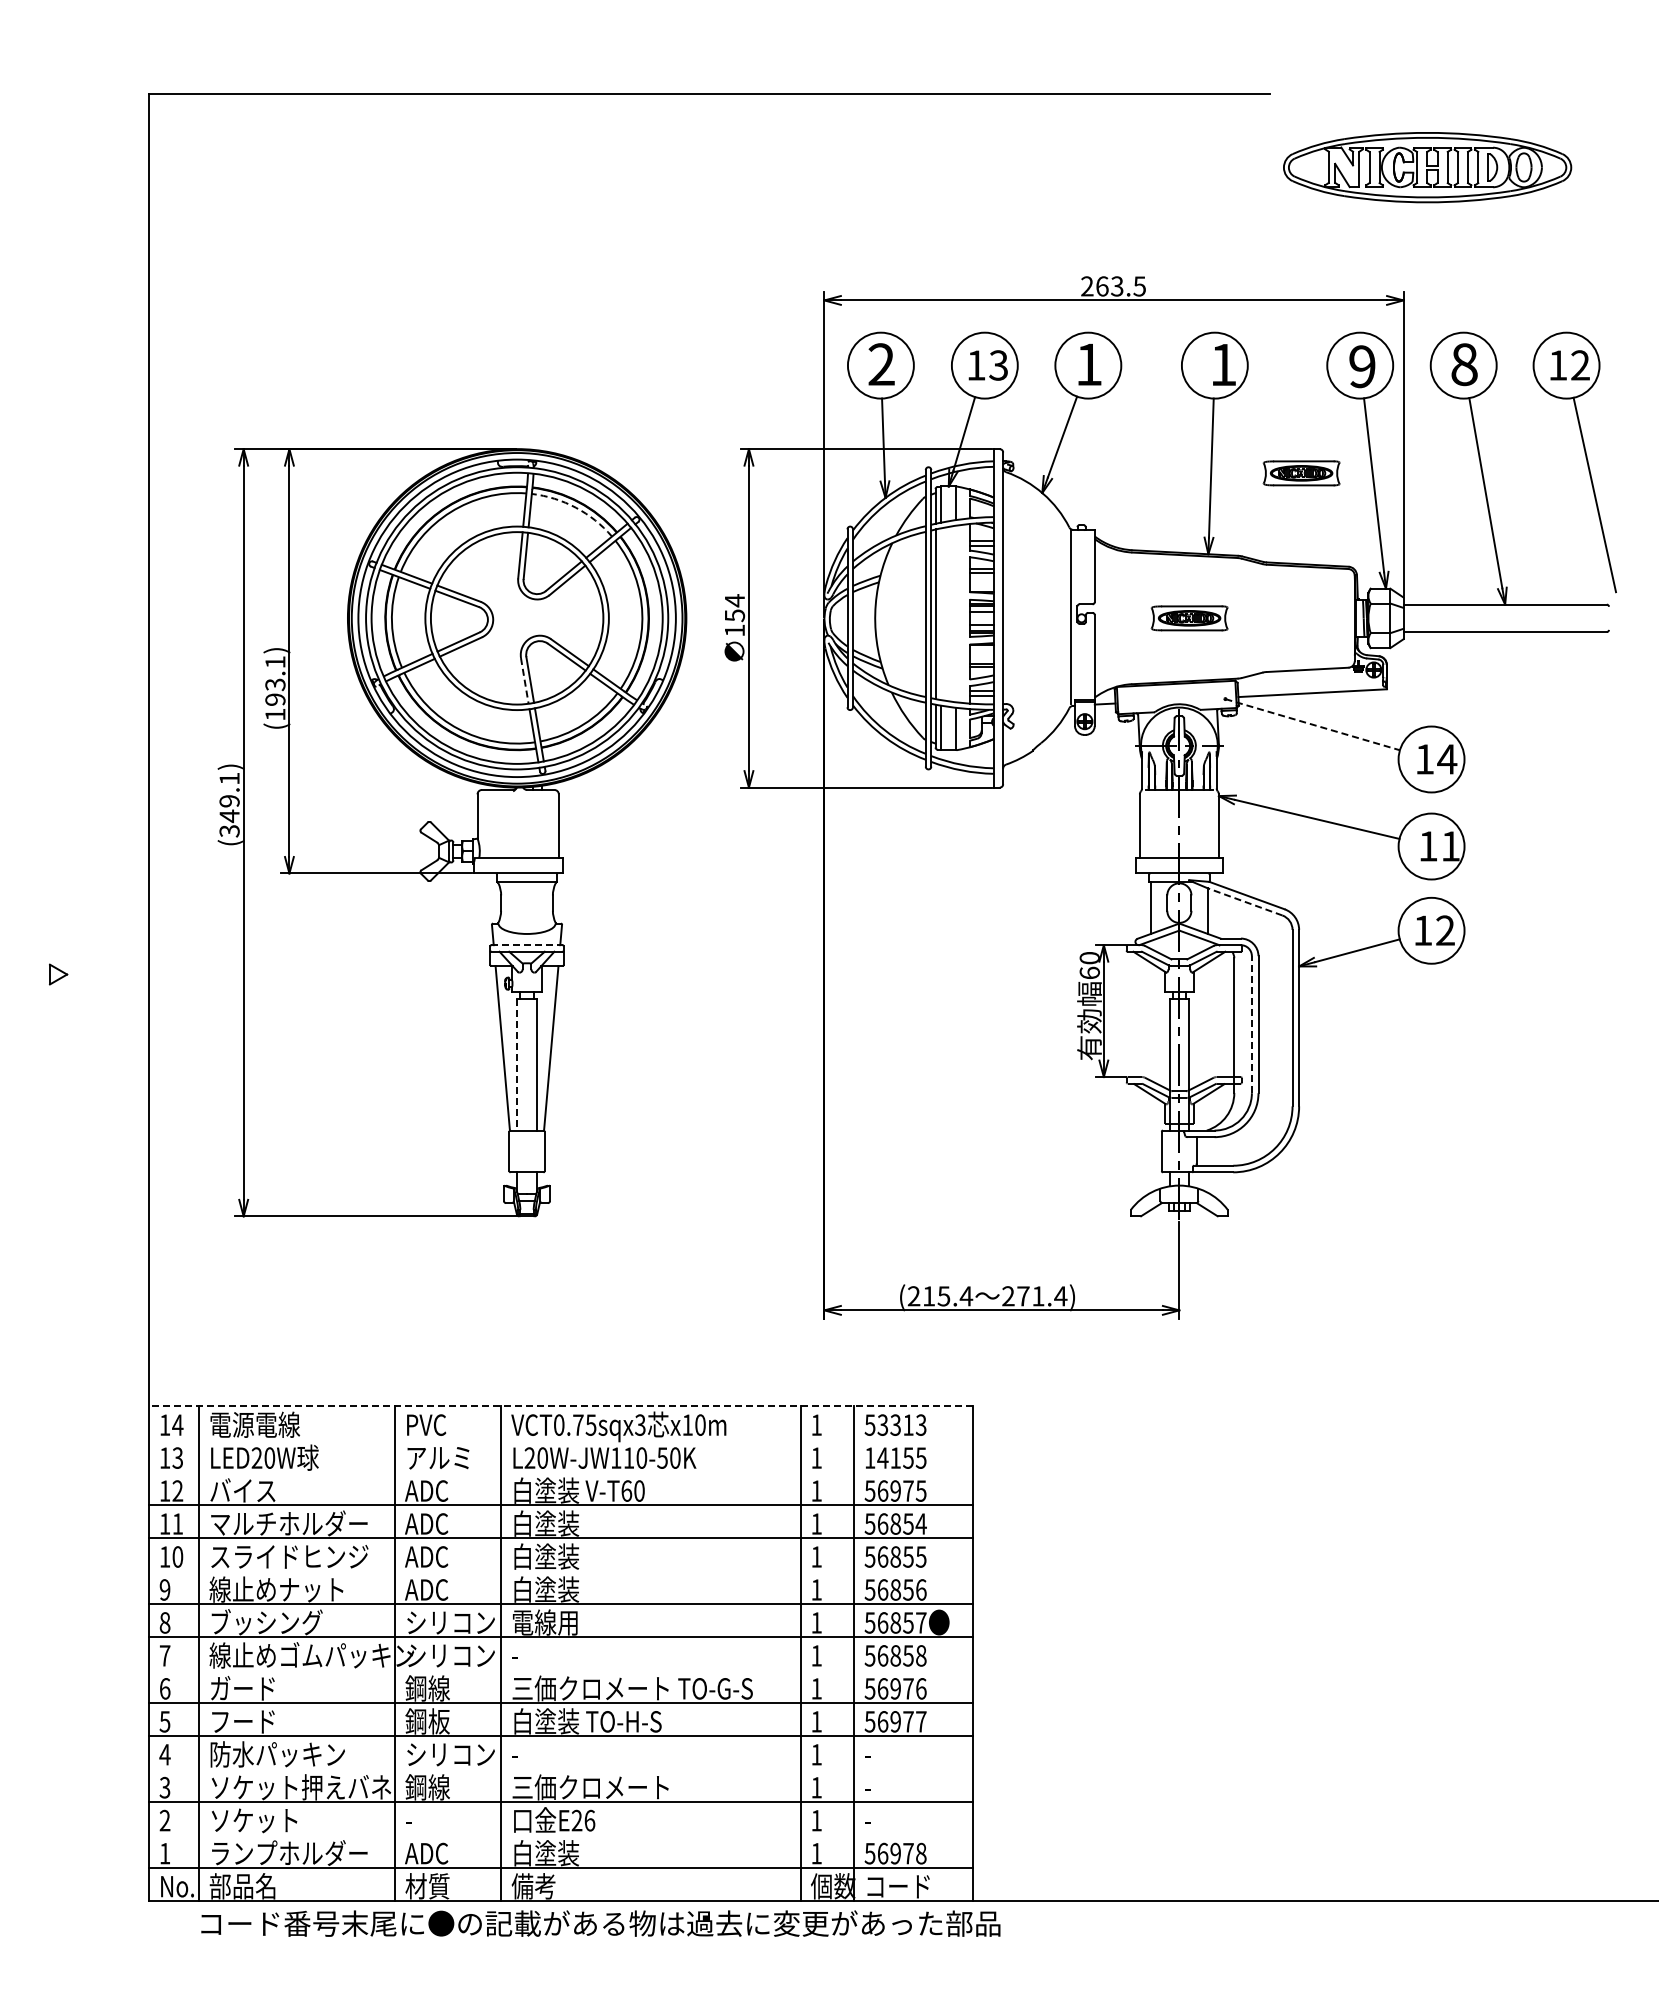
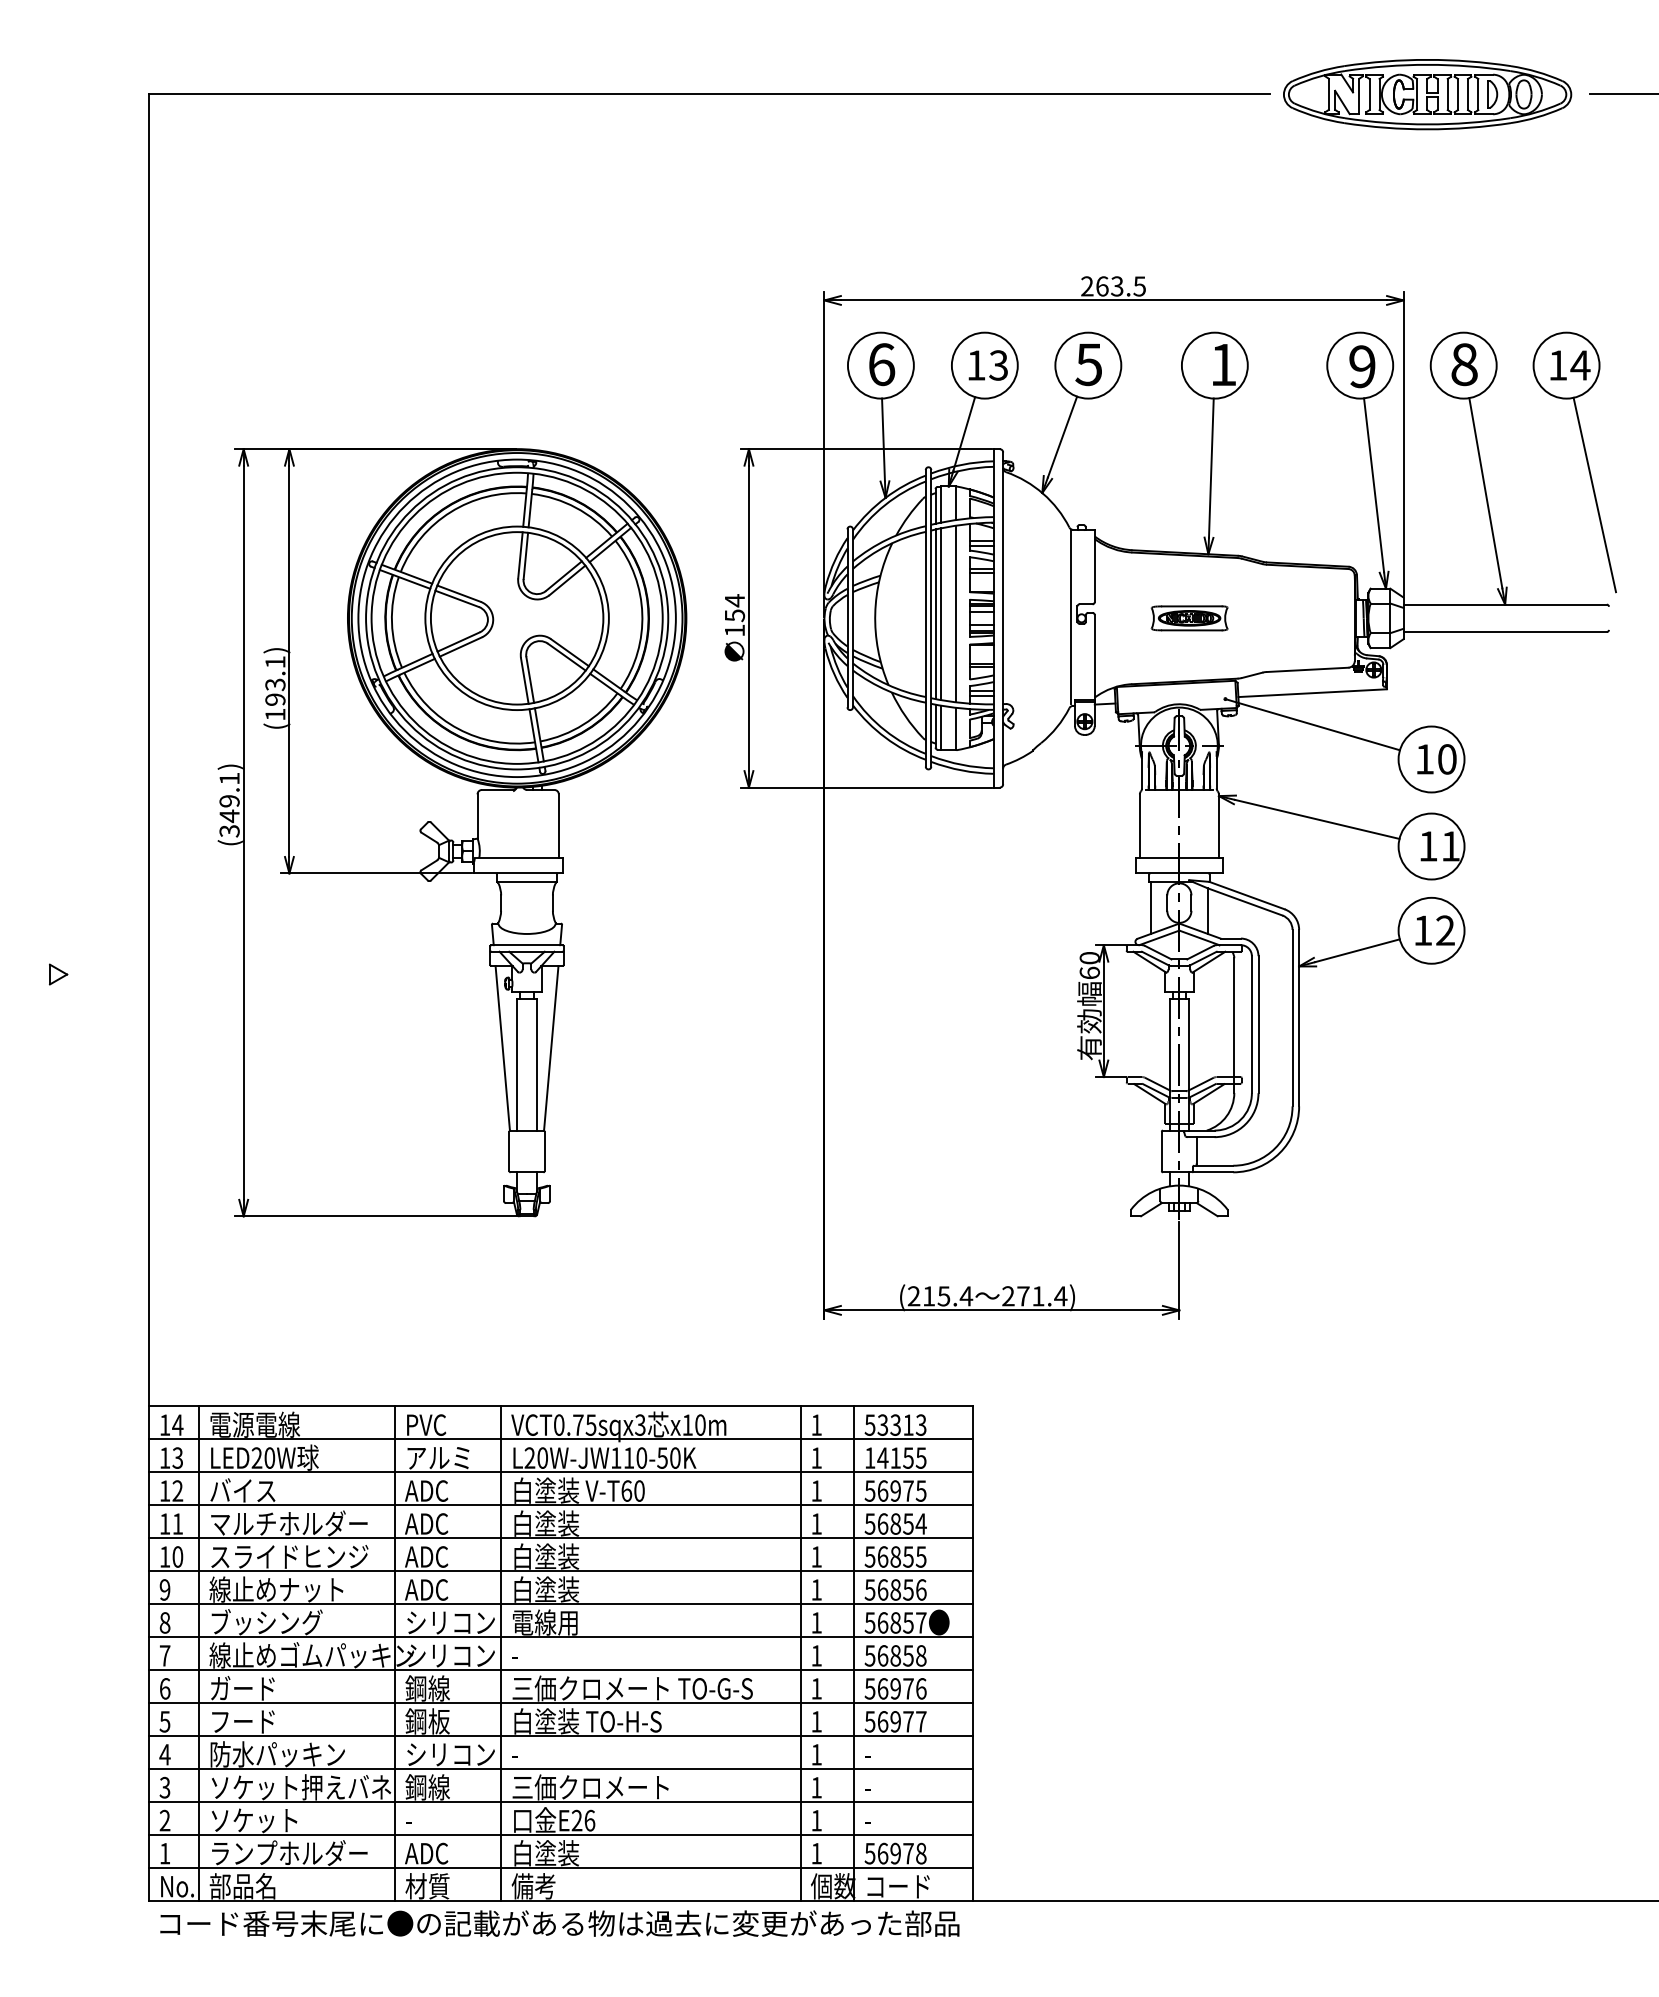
line at (1622, 94): none -> present
part at (1427, 167) position: (1427, 167) -> (1427, 94)
text at (881, 364): 2 -> 6
text at (1088, 364): 1 -> 5
text at (1580, 365): 12 -> 14
part at (1301, 473): present -> none
arc at (575, 507): dashed -> solid
line at (956, 613): none -> present
line at (941, 614): none -> present
line at (524, 681): dashed -> solid
line at (1312, 724): dashed -> solid
text at (1447, 759): 14 -> 10
line at (1245, 901): dashed -> solid
line at (527, 945): dashed -> solid
line at (1251, 1024): dashed -> solid
line at (517, 1064): dashed -> solid
line at (560, 1406): dashed -> solid
line at (560, 1439): none -> present
line at (560, 1471): none -> present
line at (560, 1570): none -> present
line at (560, 1669): none -> present
line at (560, 1768): none -> present
line at (560, 1834): none -> present
text at (600, 1923) position: (600, 1923) -> (559, 1923)
